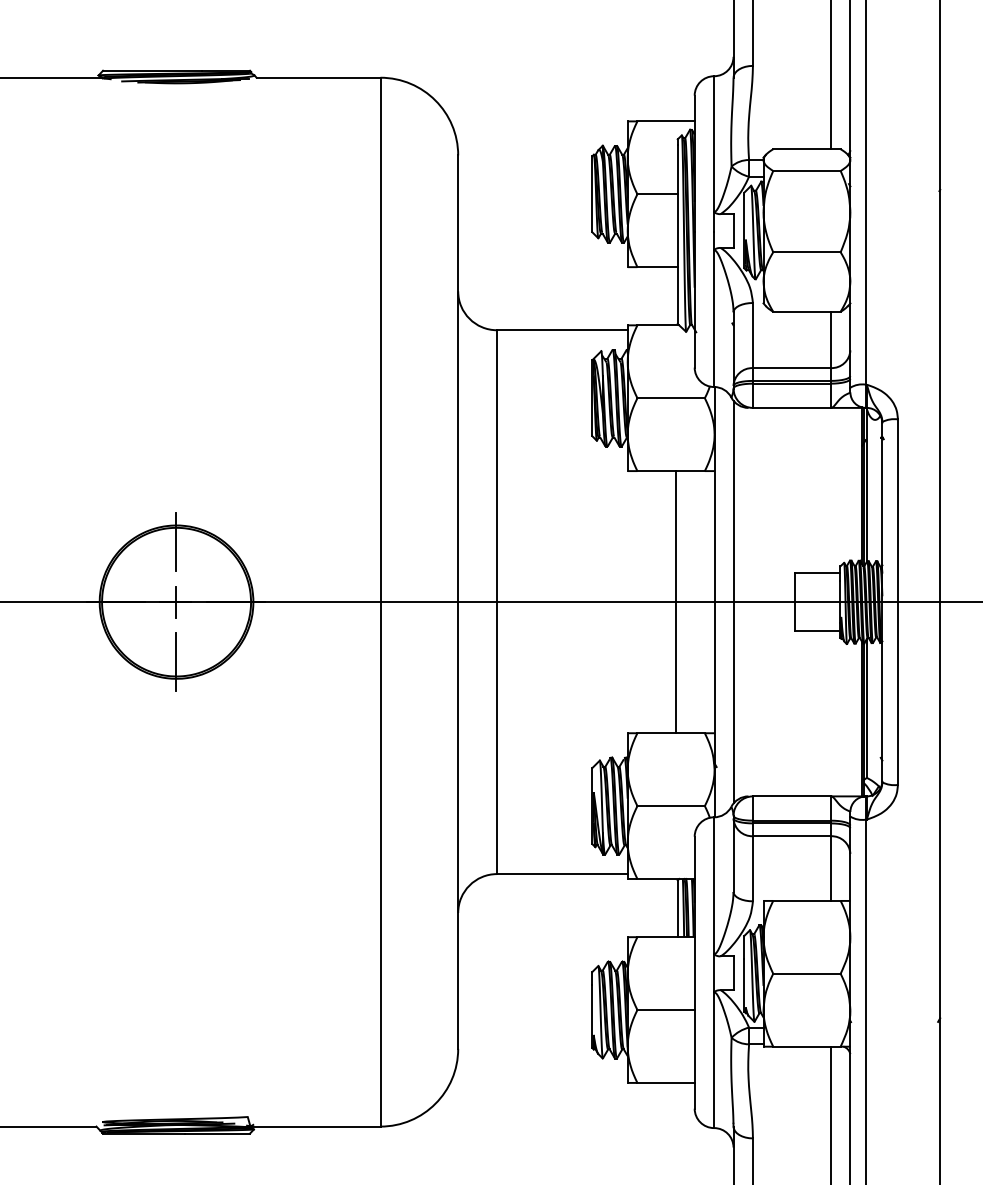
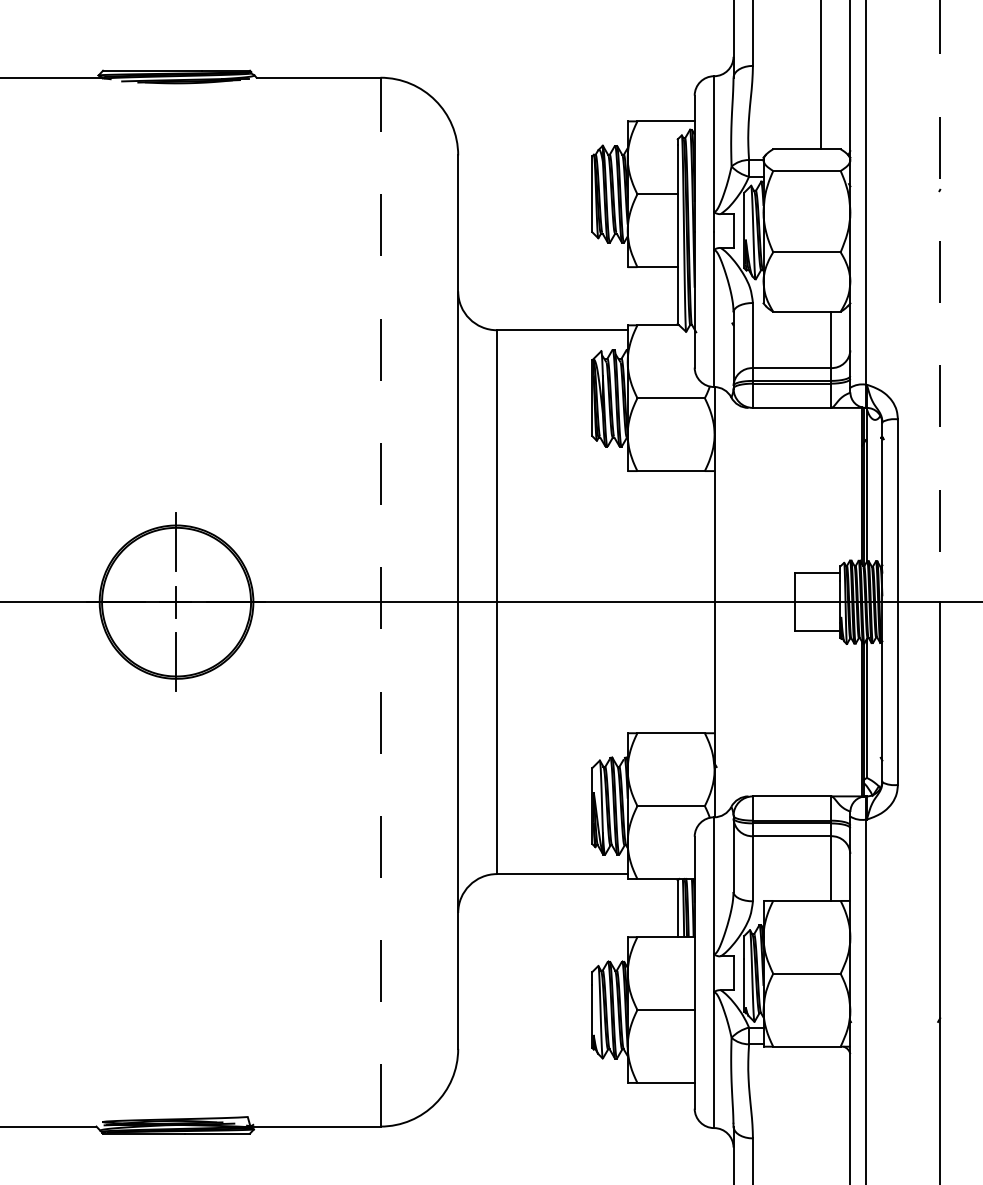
line at (830, 75) position: (830, 75) -> (820, 75)
line at (940, 301): solid -> dashed
line at (380, 601): solid -> dashed
line at (734, 601): present -> none
line at (675, 602): present -> none
line at (830, 1113): present -> none
